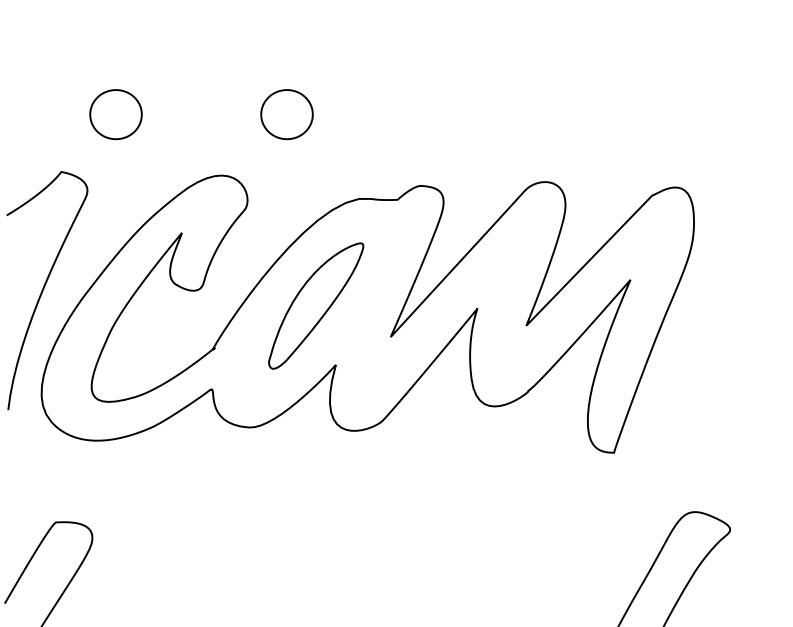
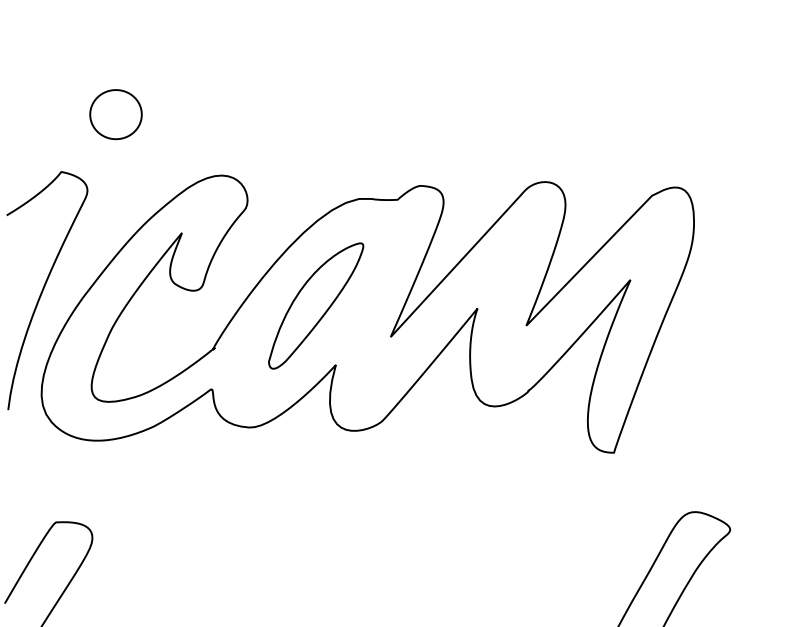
part at (286, 114): present -> none
